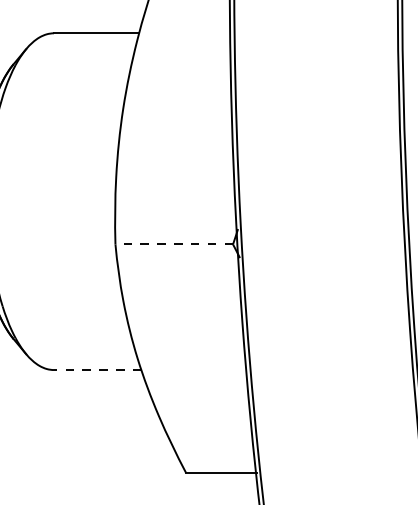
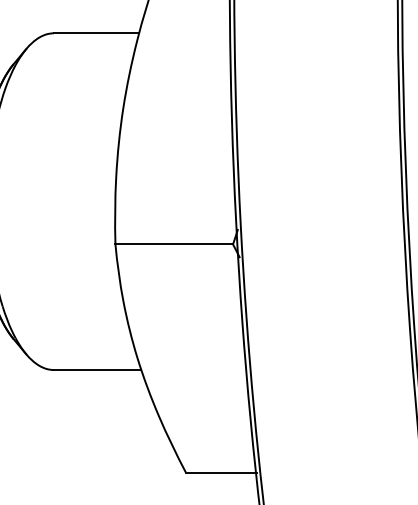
line at (174, 244): dashed -> solid
line at (97, 370): dashed -> solid
